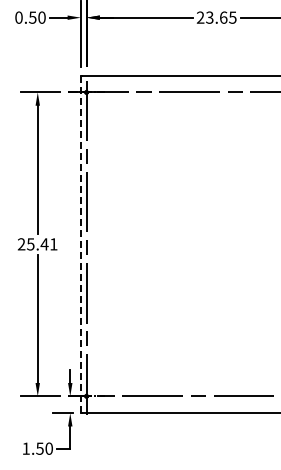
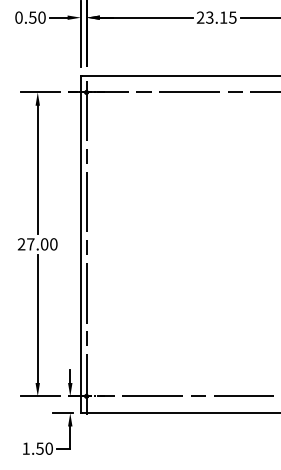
text at (223, 17): 23.65 -> 23.15
text at (42, 244): 25.41 -> 27.00
line at (80, 244): dashed -> solid
